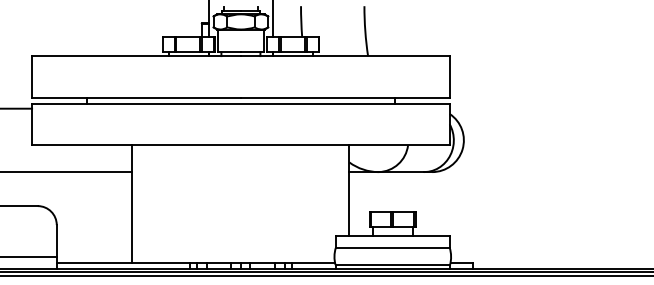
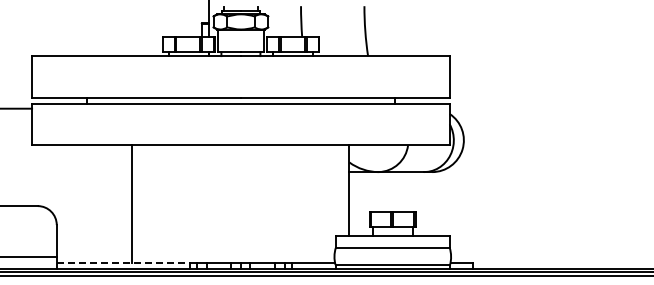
line at (272, 19): present -> none
line at (67, 172): present -> none
line at (123, 263): solid -> dashed
